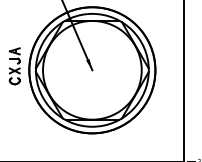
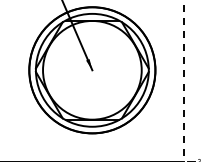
part at (14, 66): present -> none
line at (184, 81): solid -> dashed
